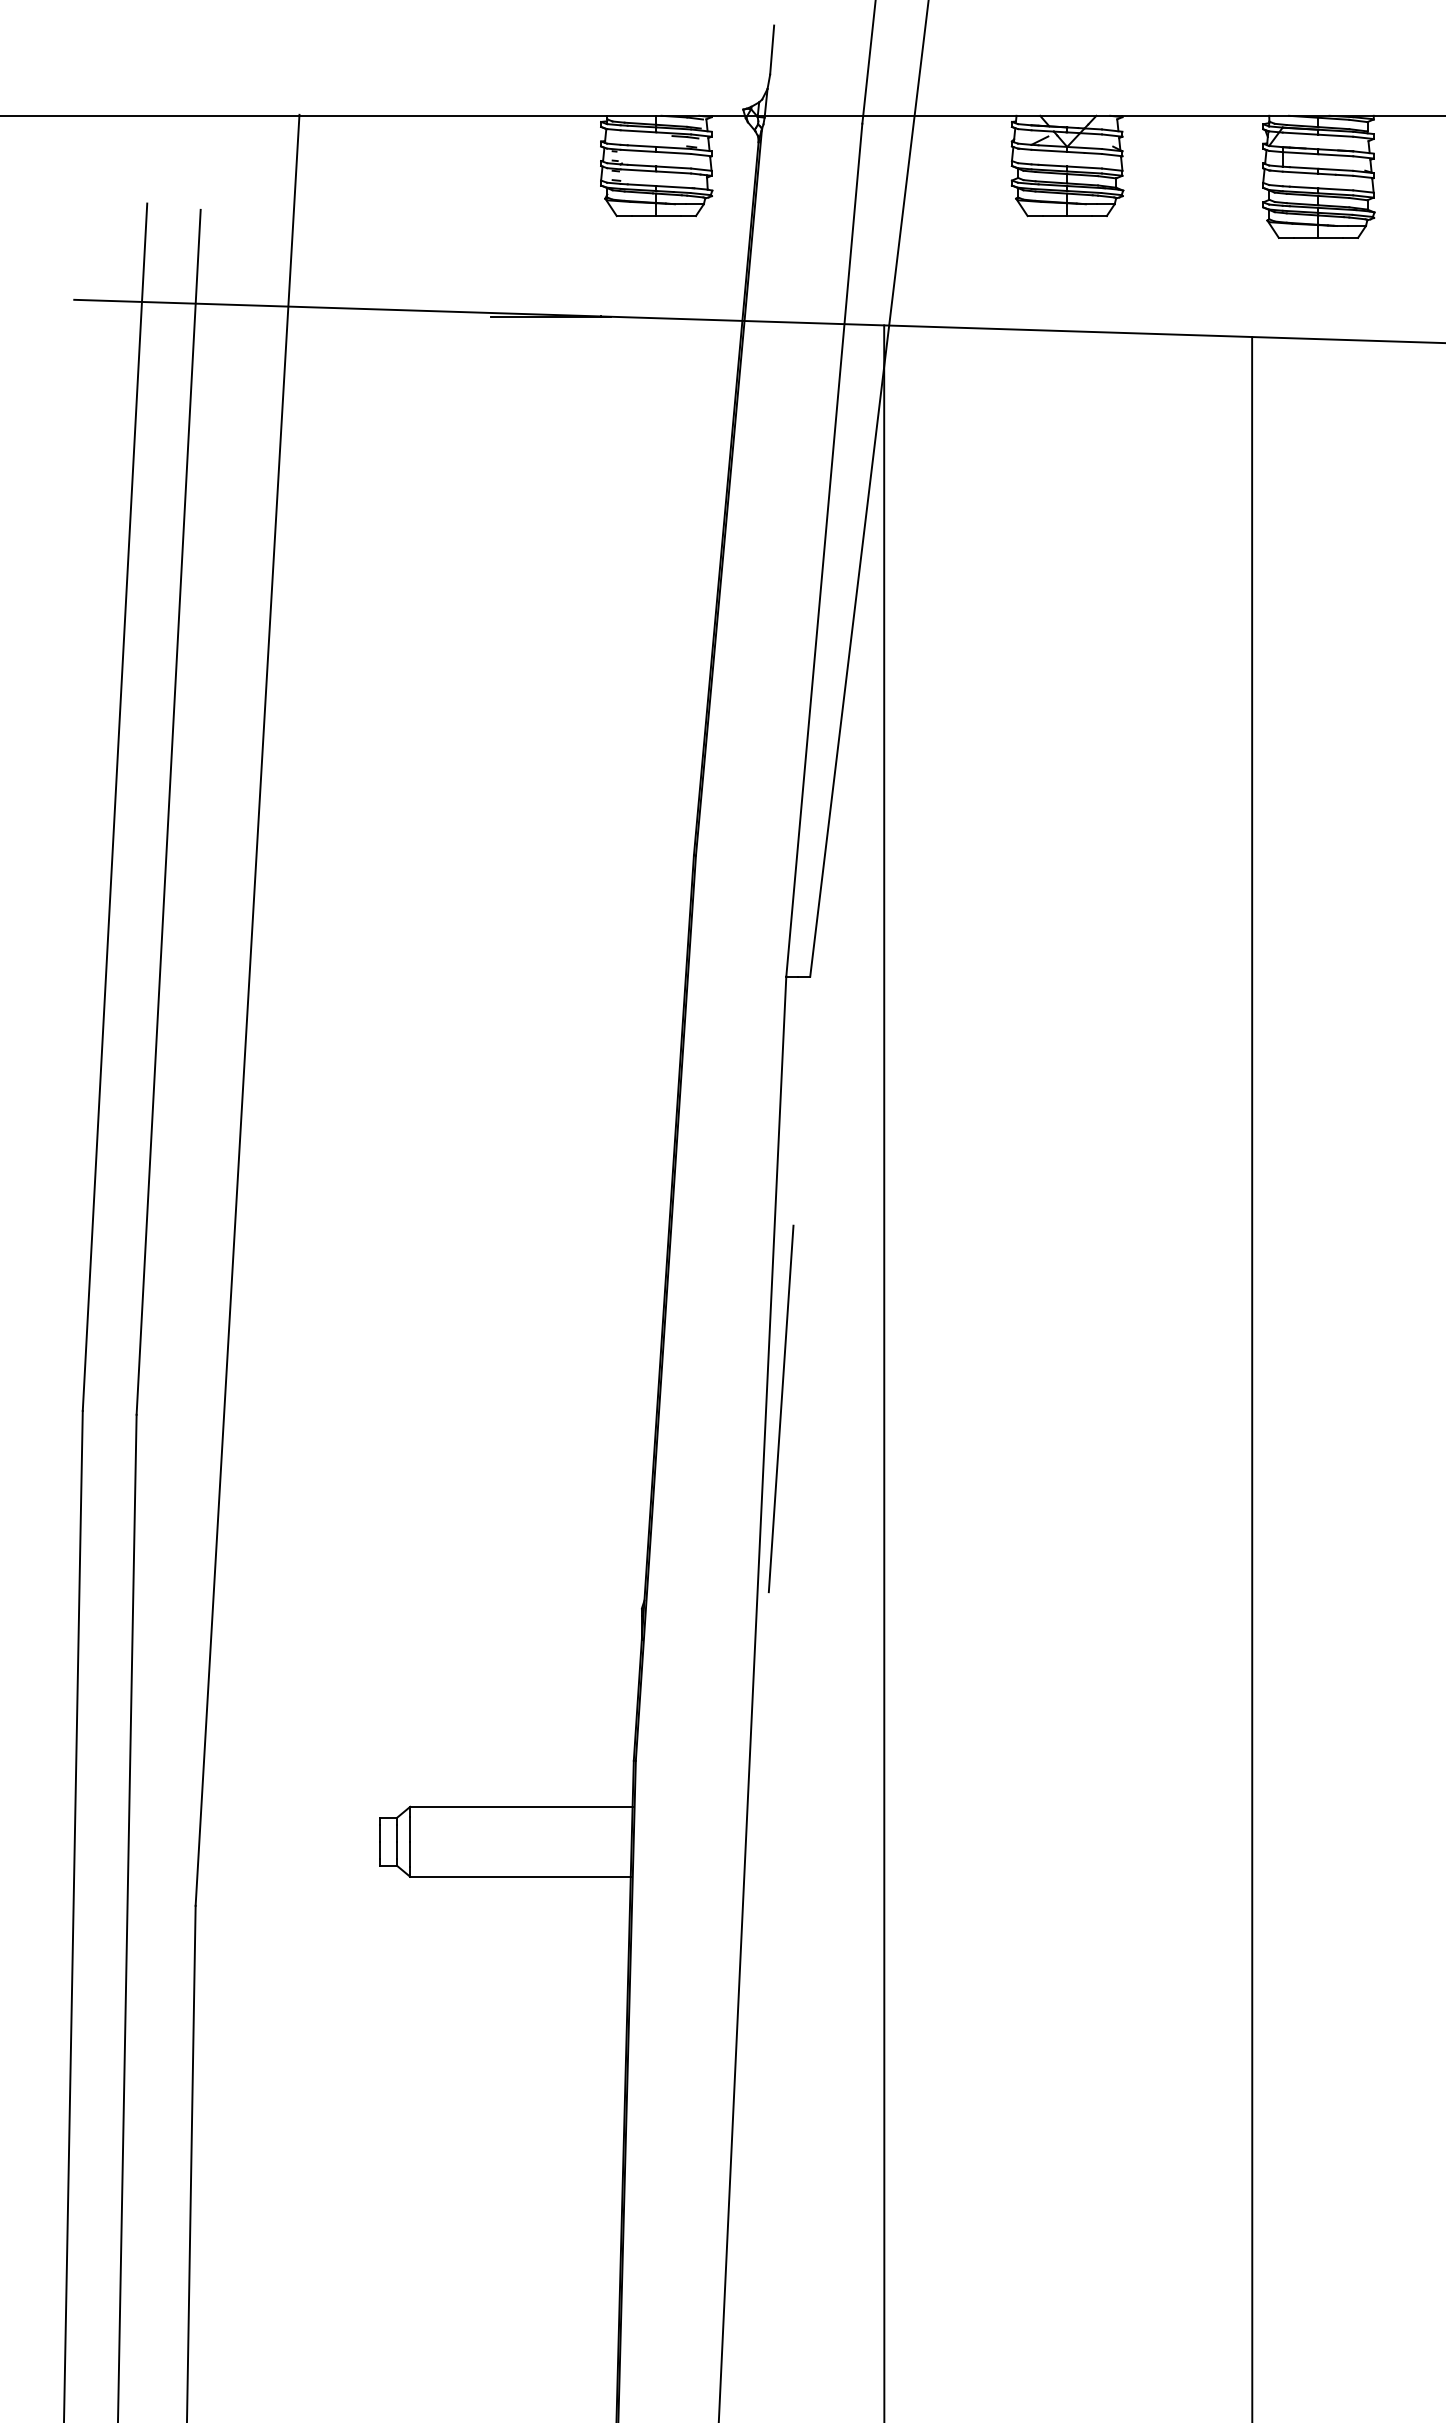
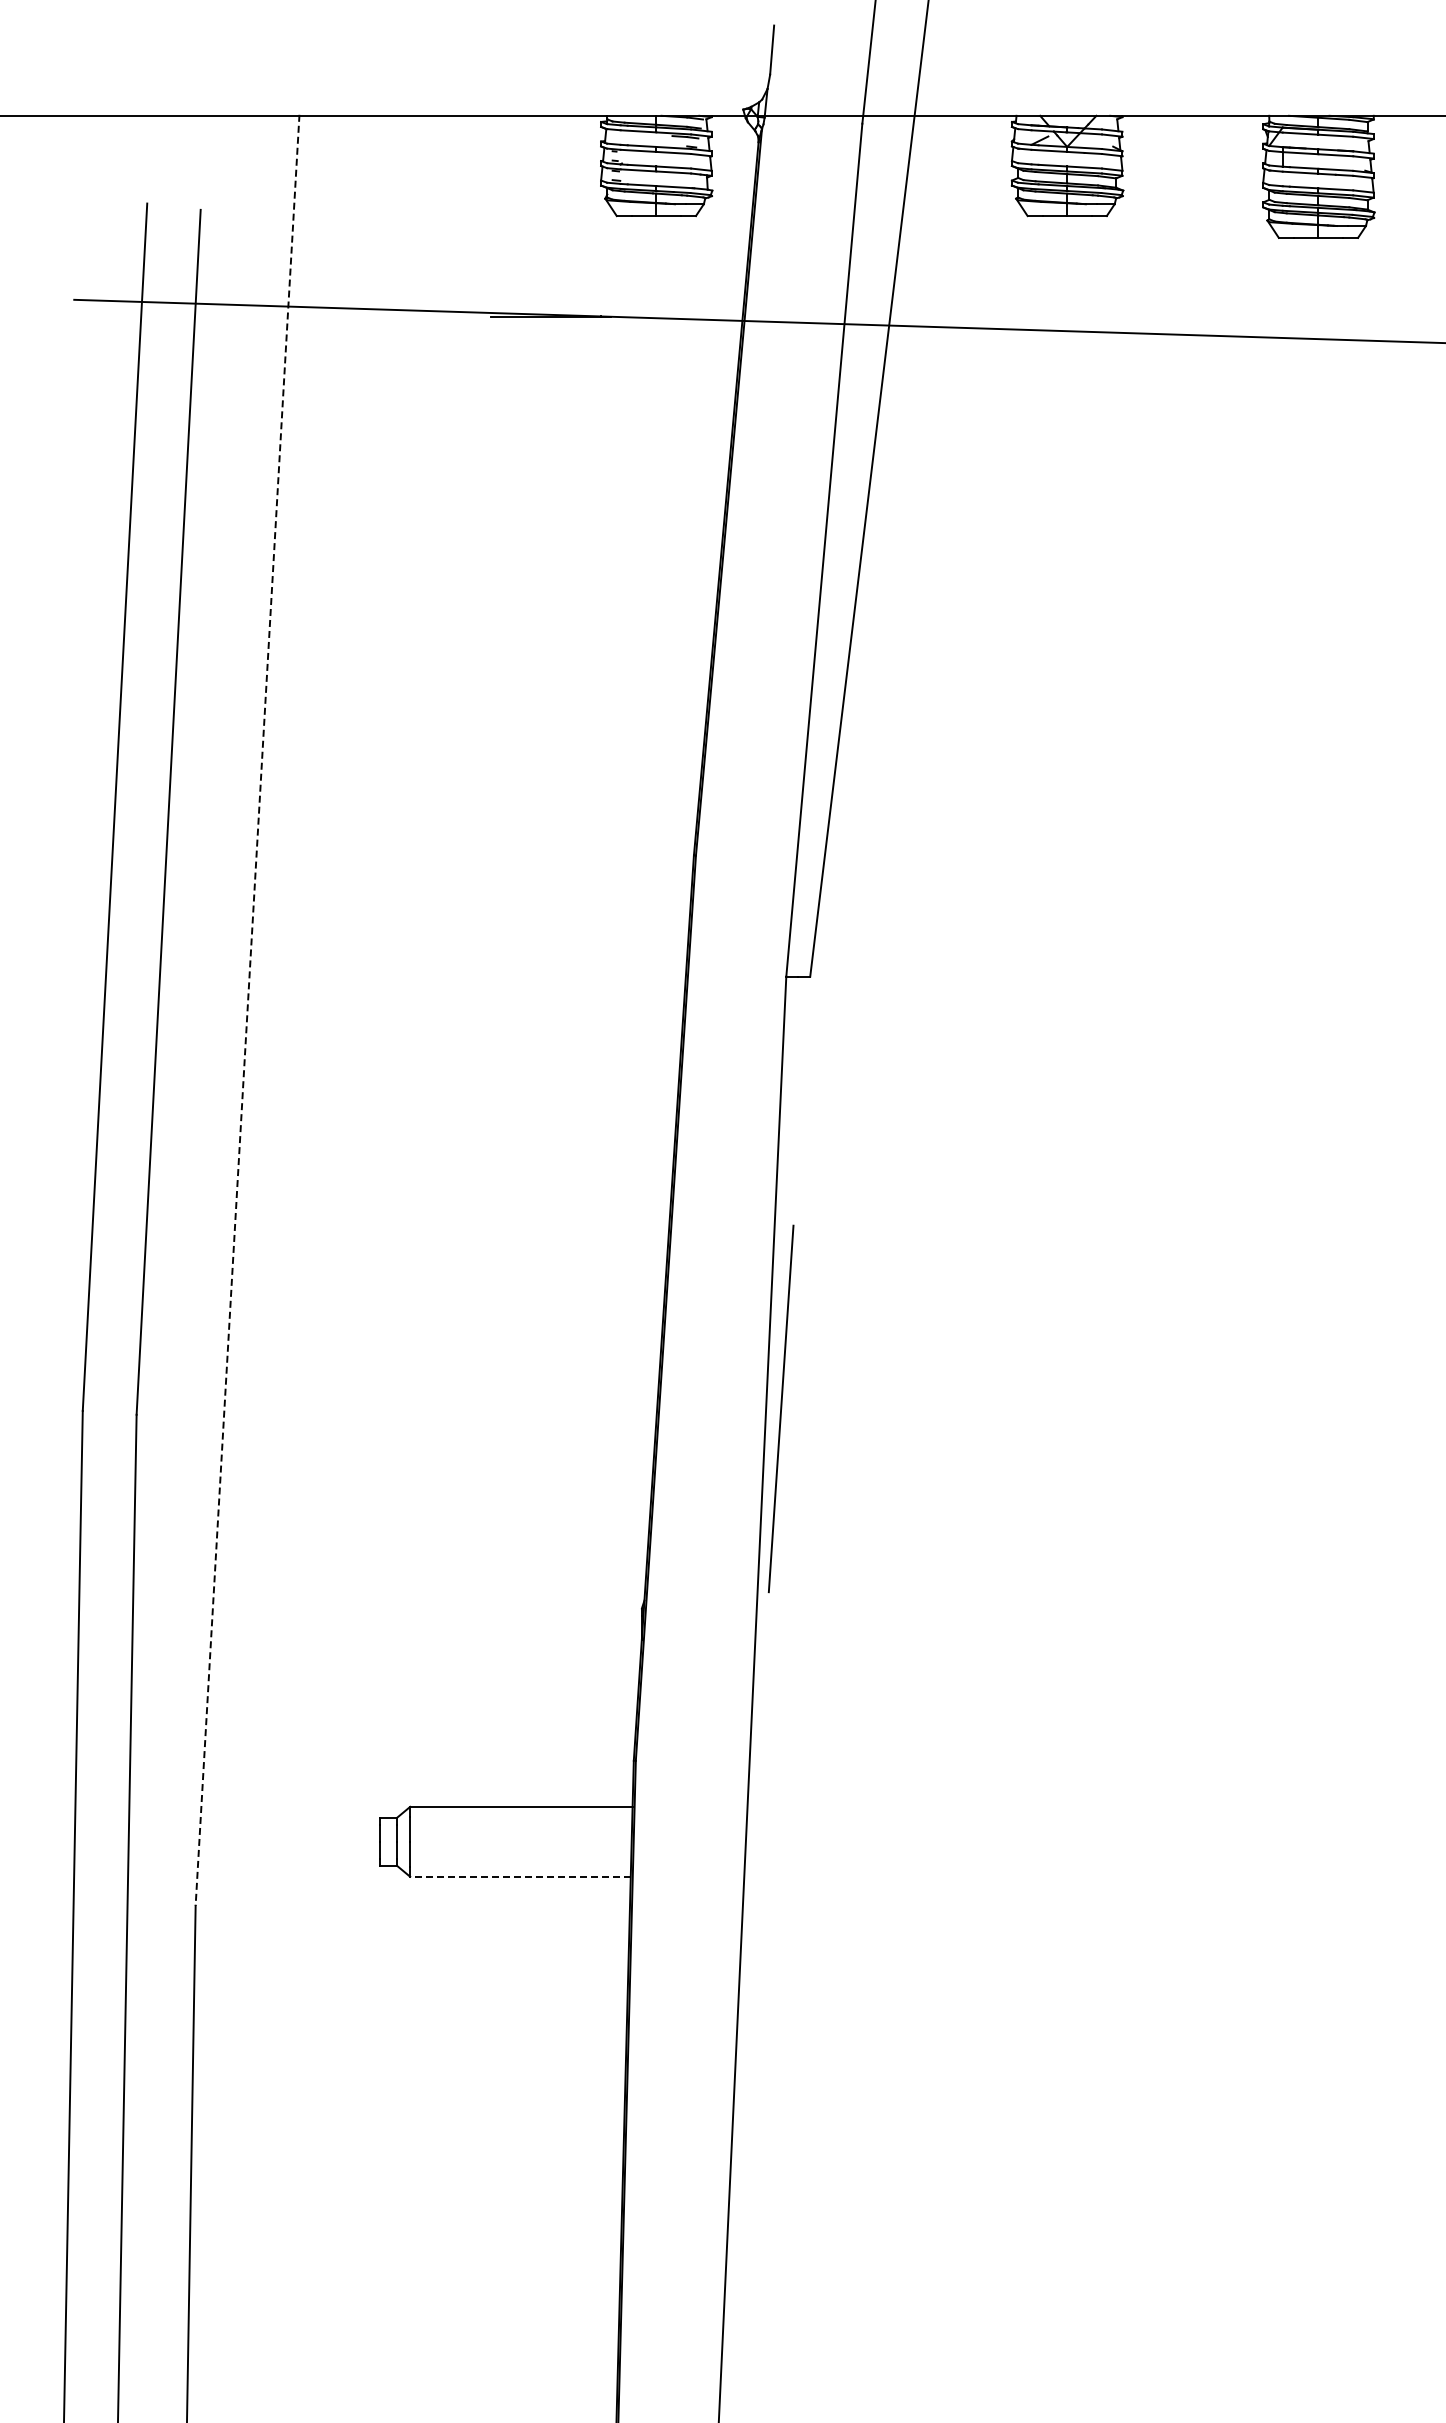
line at (247, 1010): solid -> dashed
line at (884, 1372): present -> none
line at (1252, 1378): present -> none
line at (519, 1876): solid -> dashed
